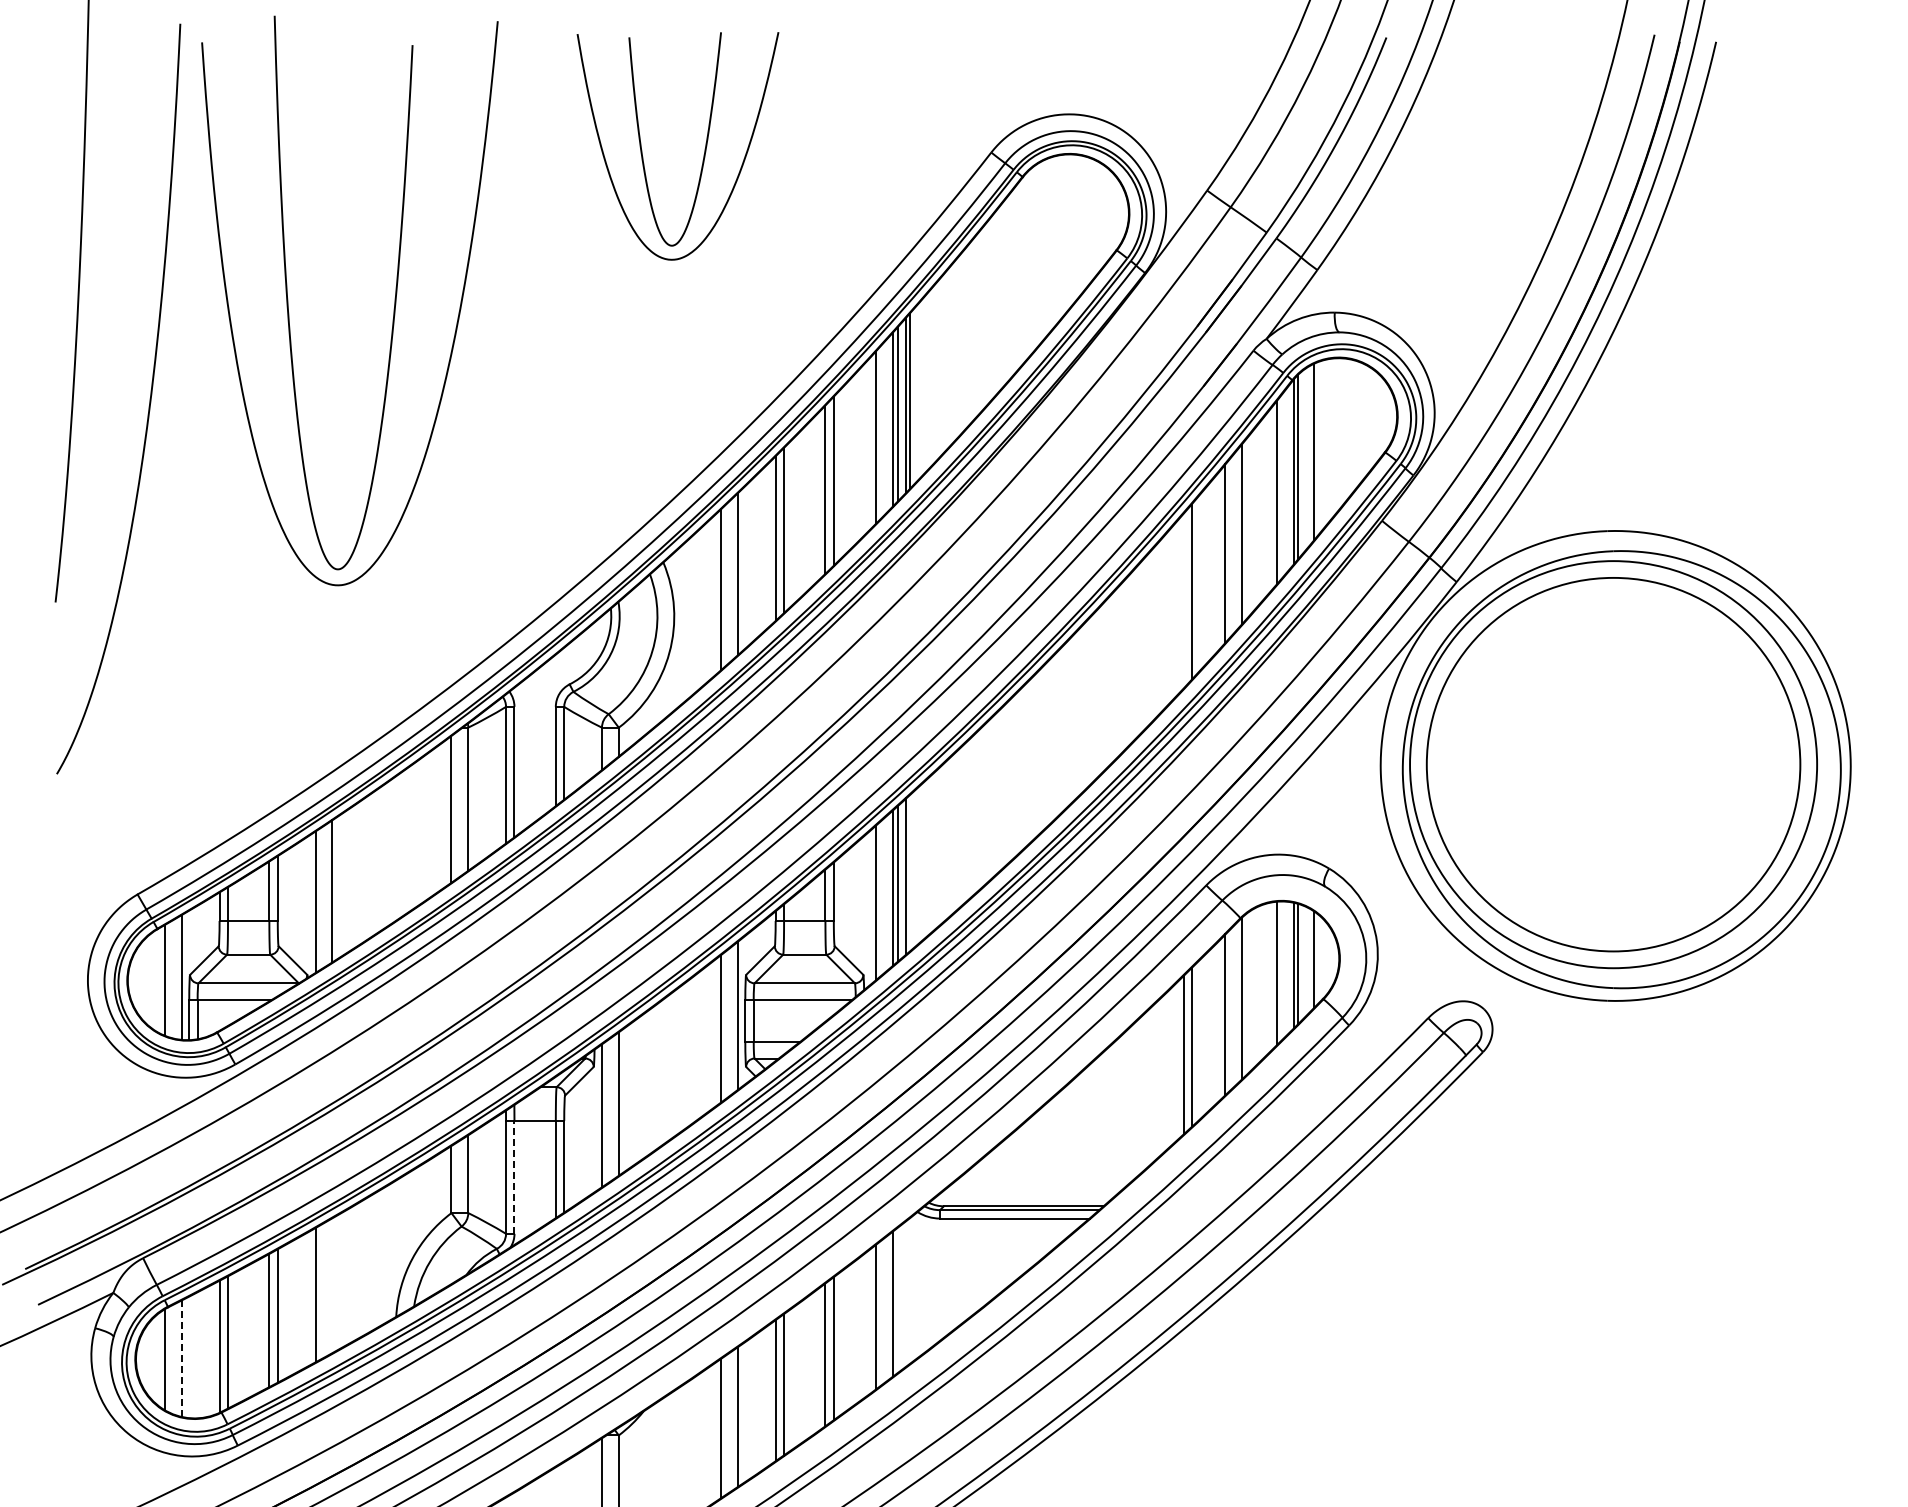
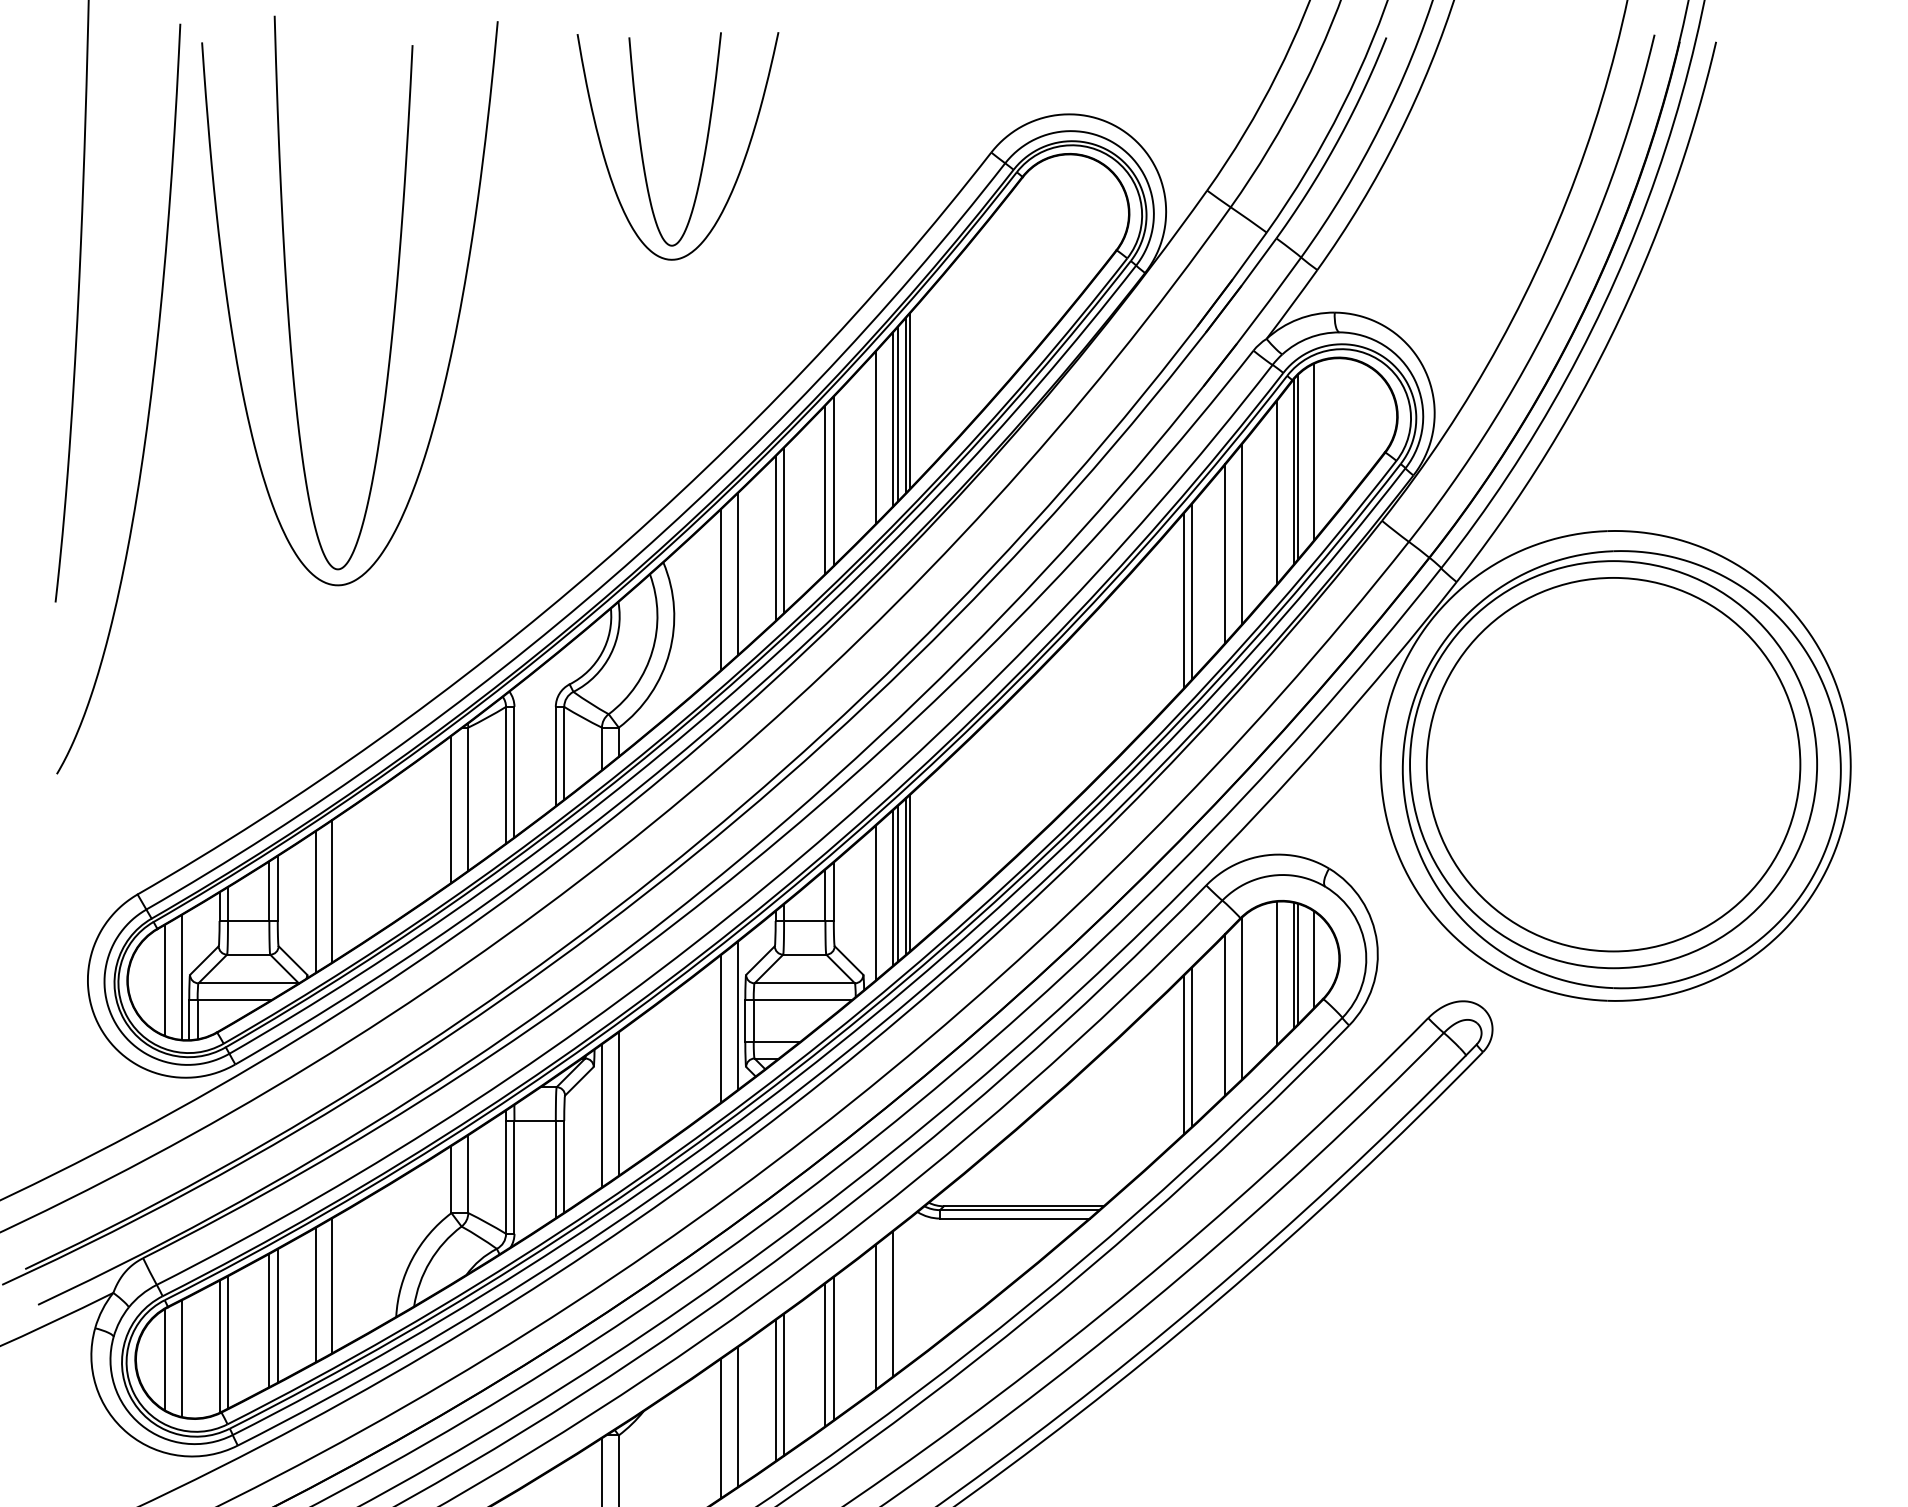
line at (1183, 600): none -> present
line at (910, 872): none -> present
line at (514, 1177): dashed -> solid
line at (332, 1285): none -> present
line at (181, 1359): dashed -> solid
